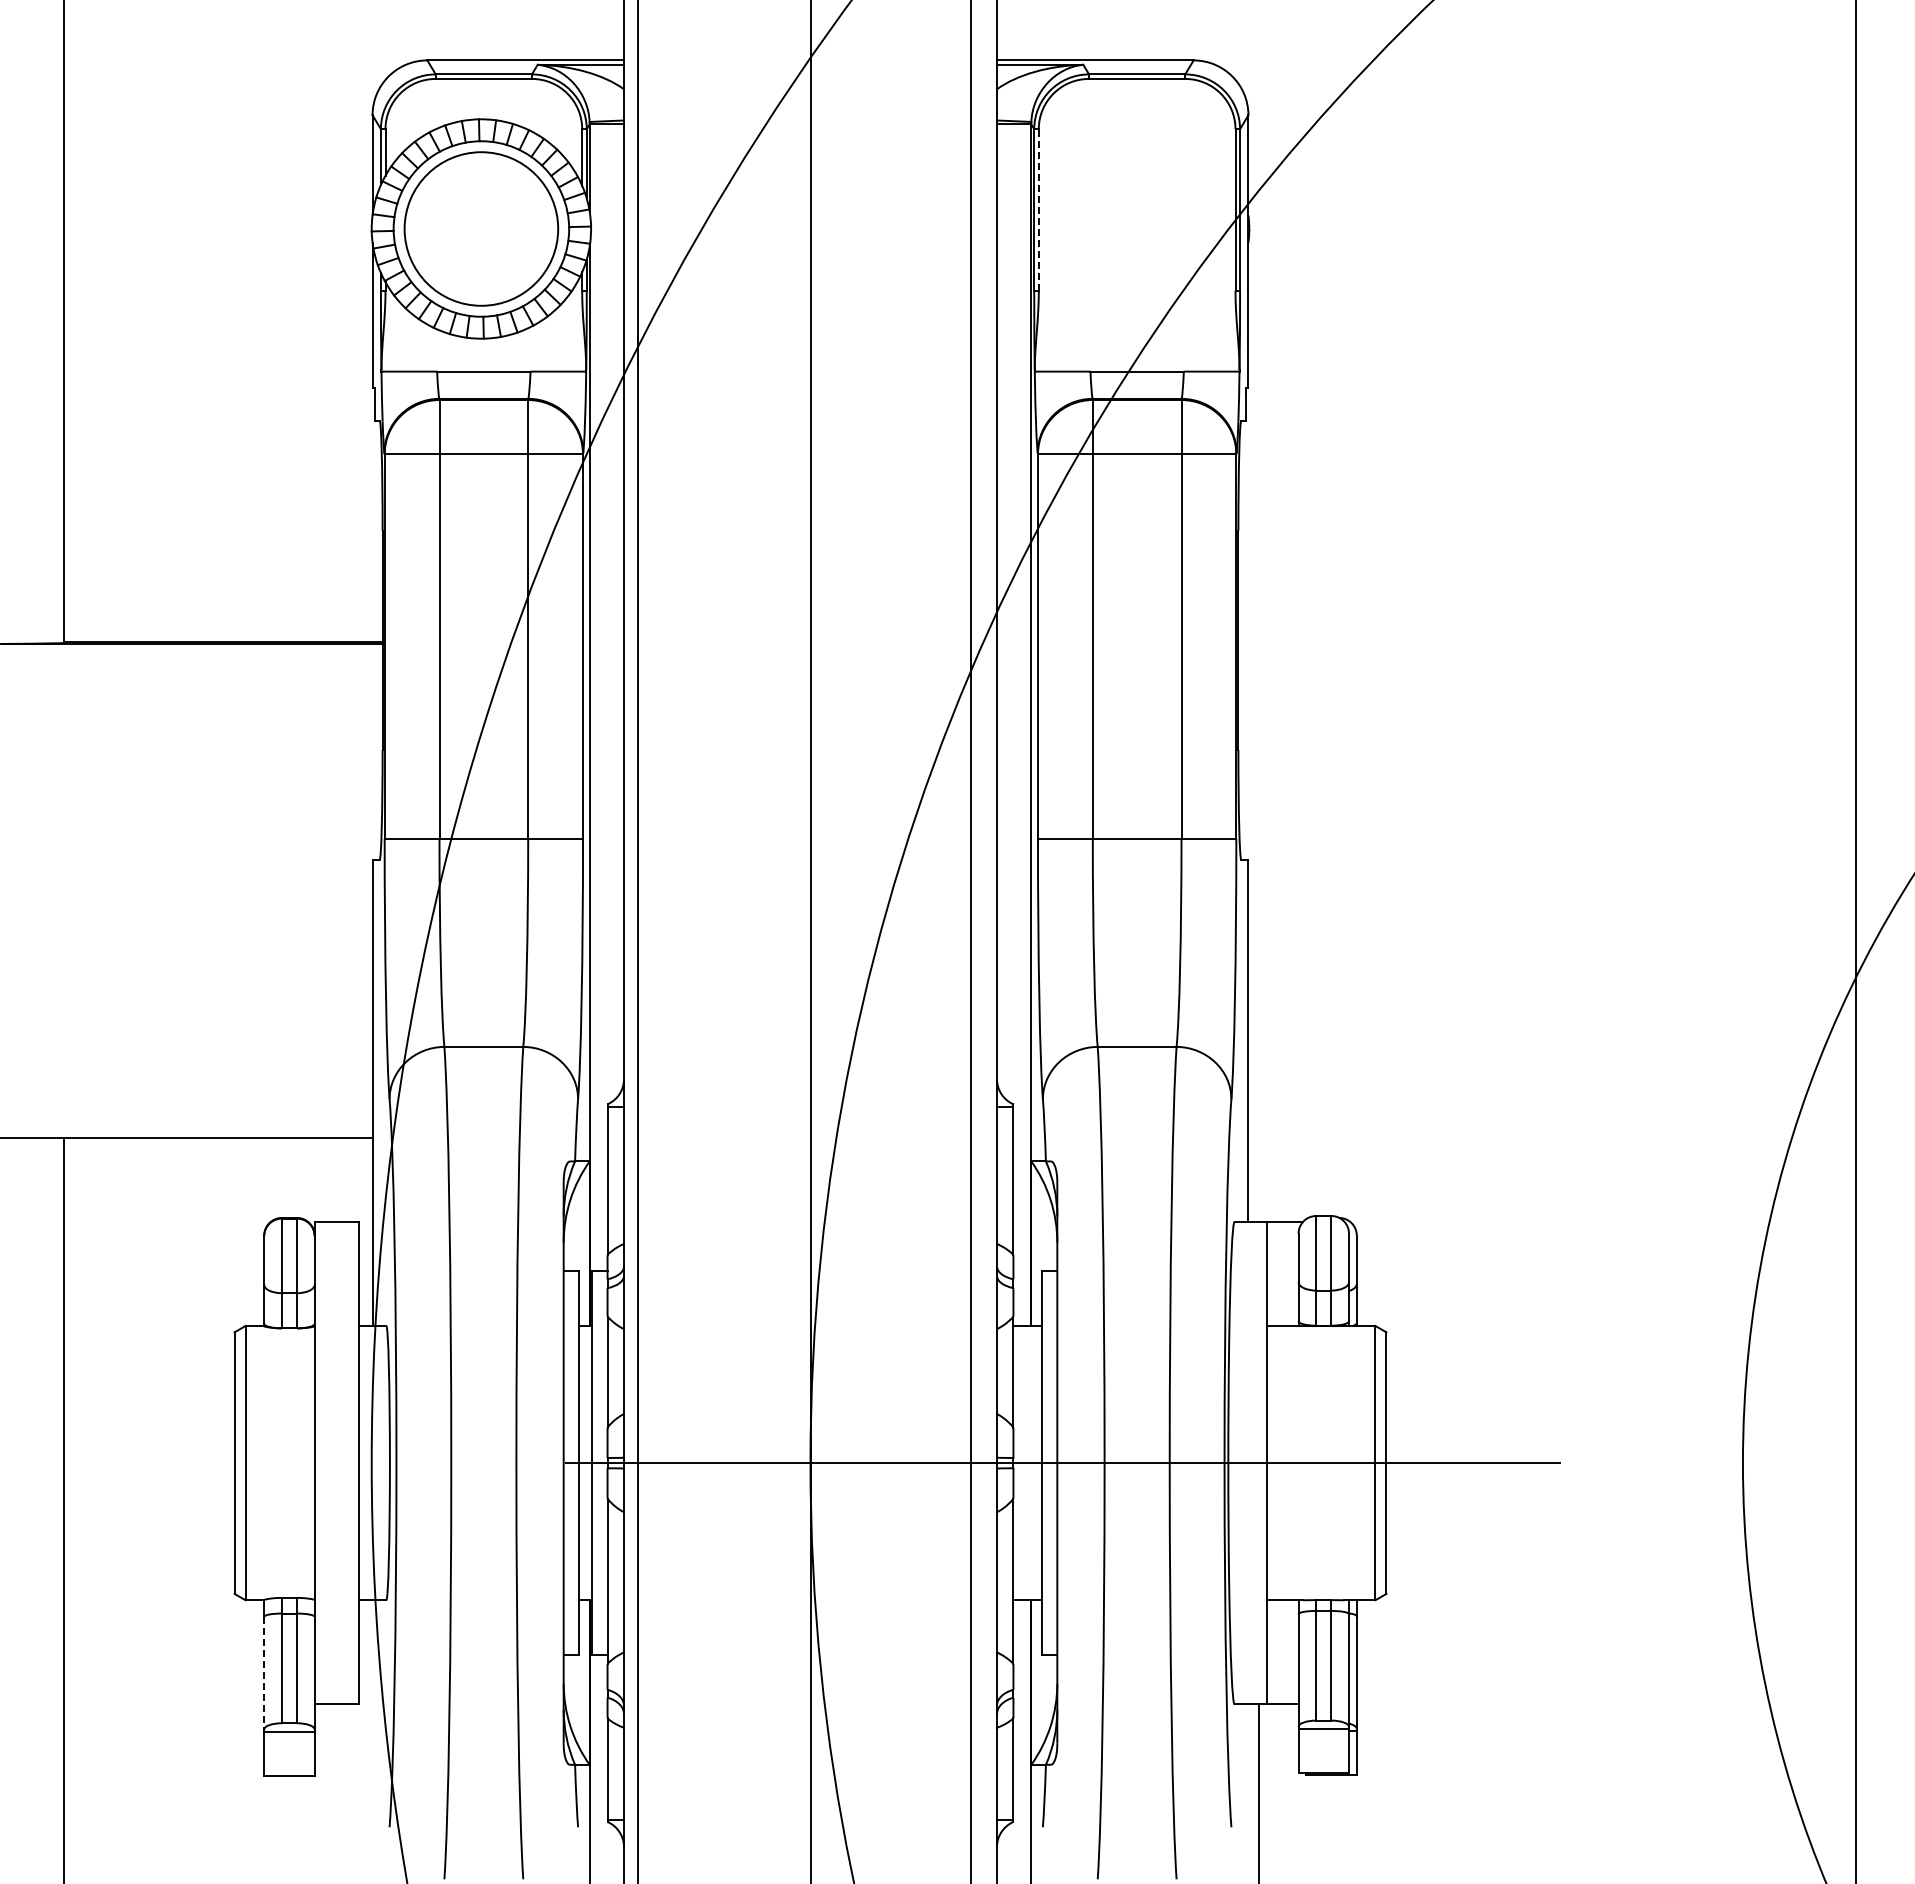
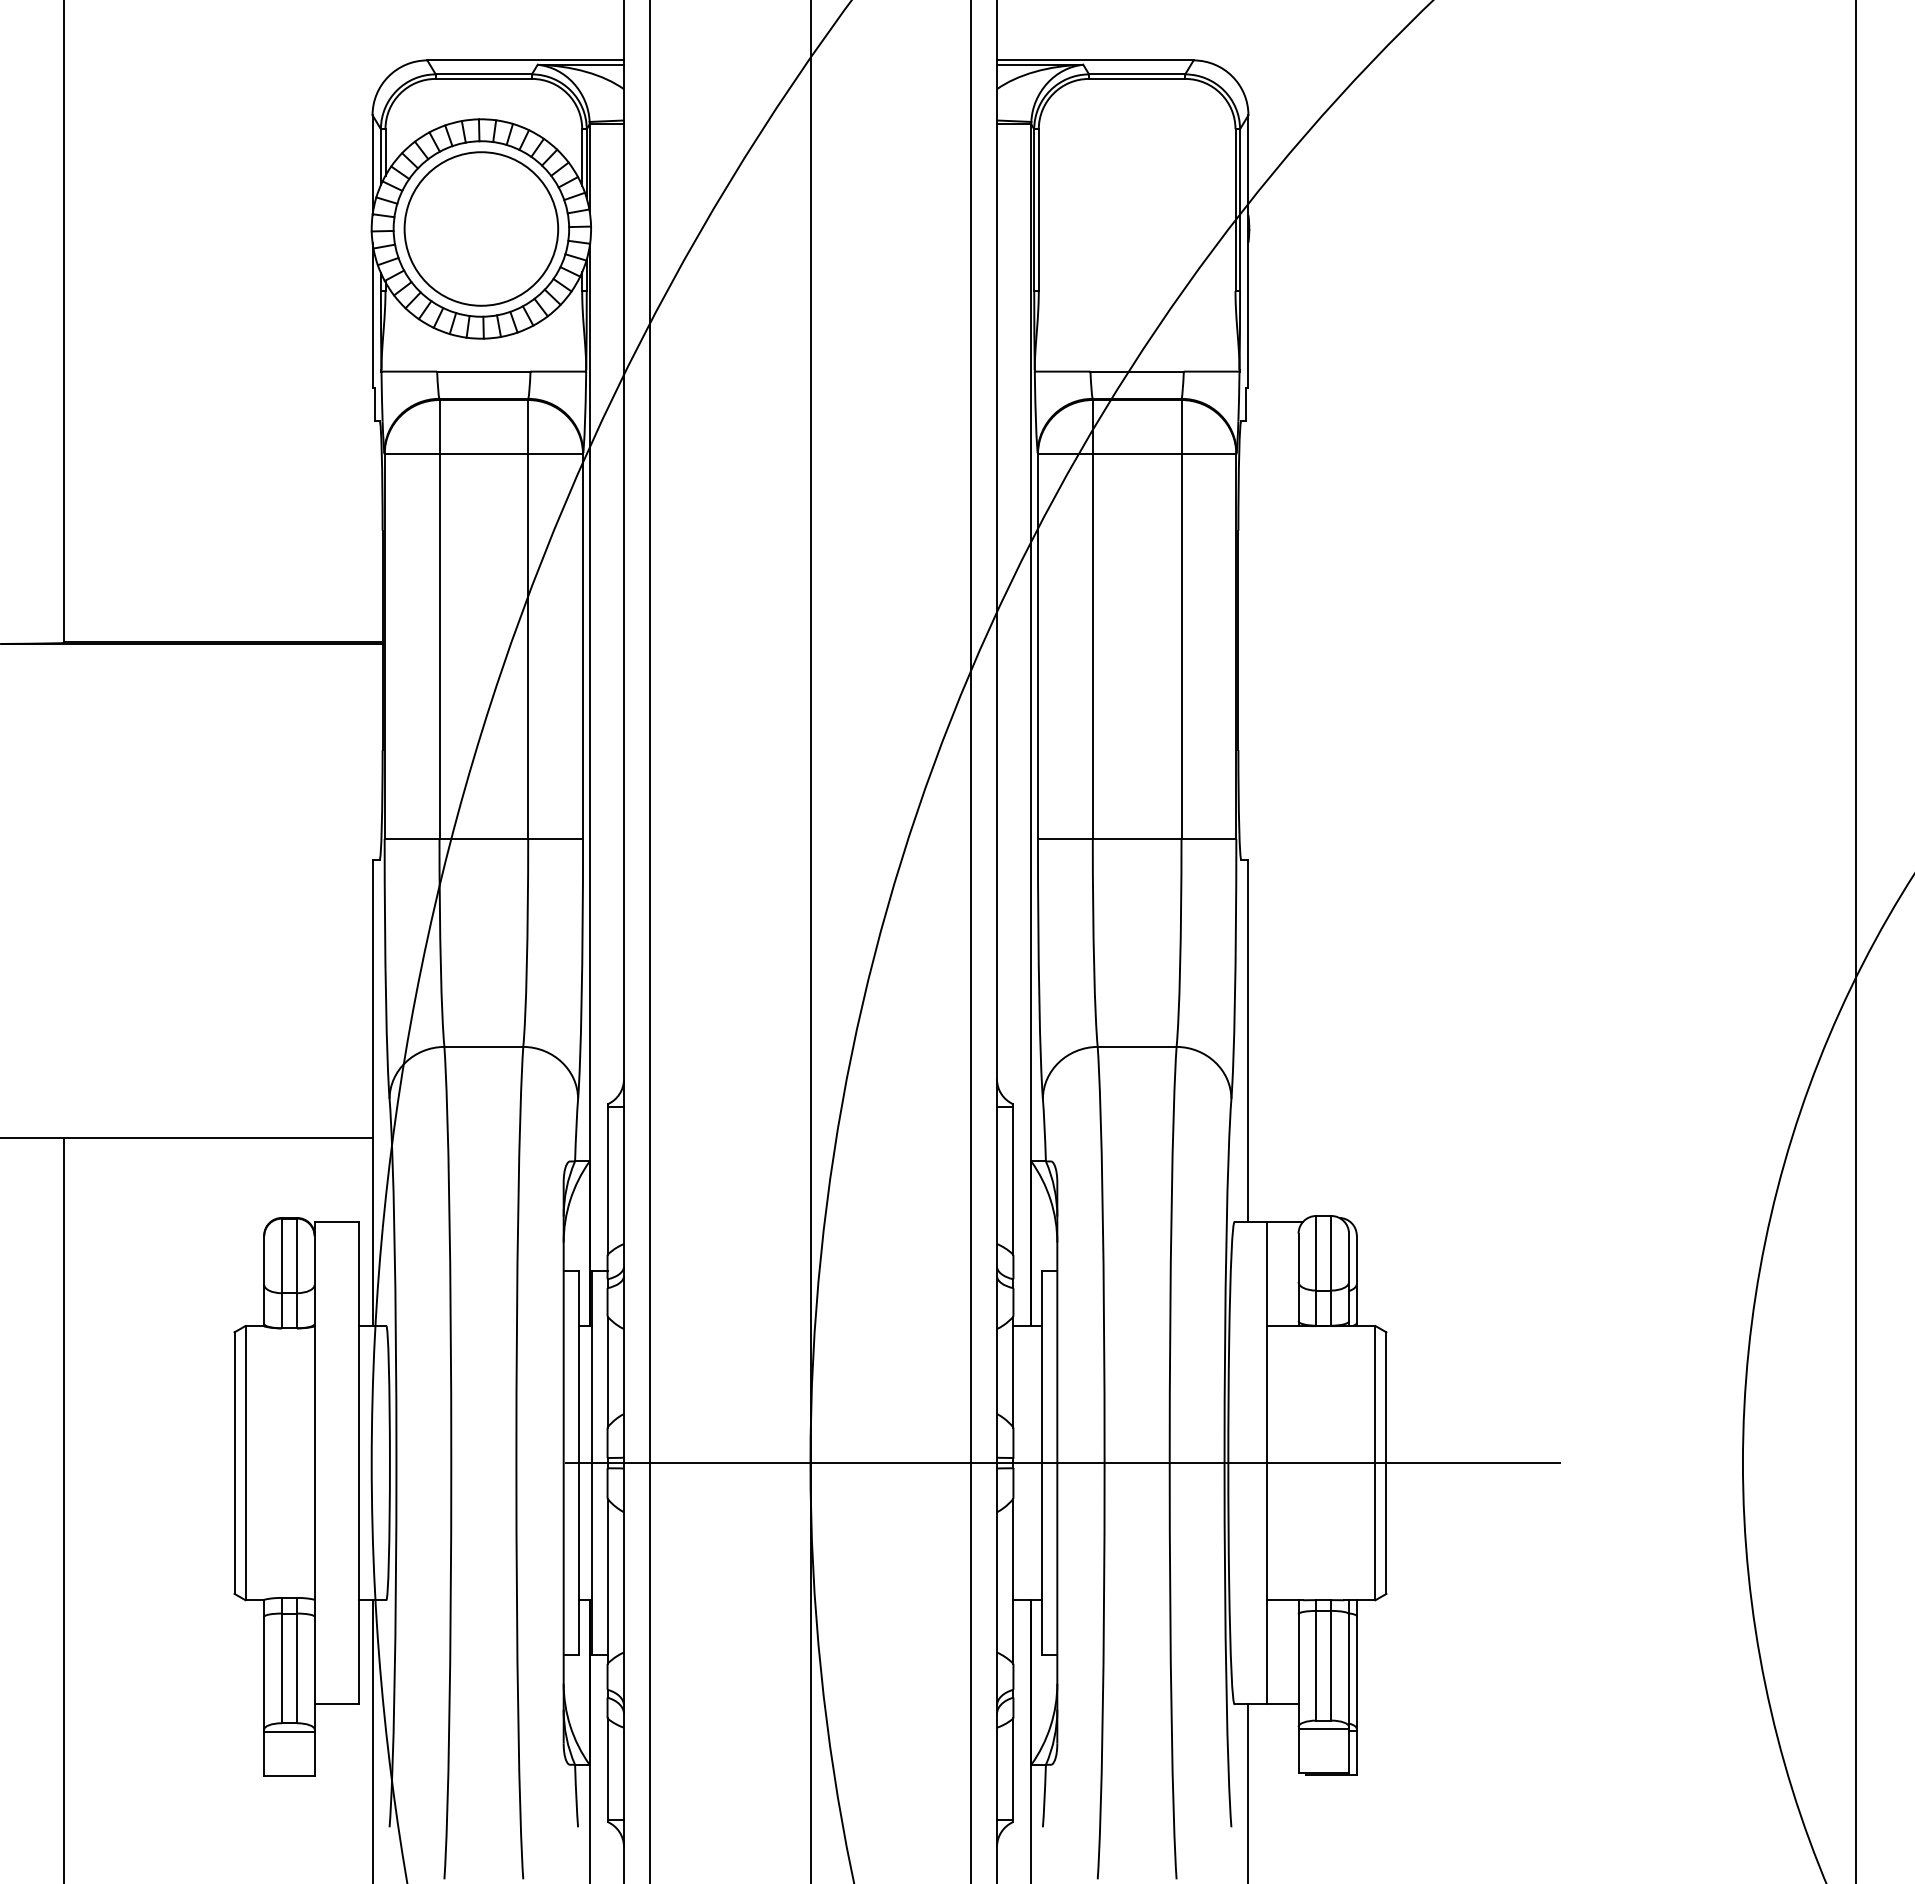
line at (1038, 210): dashed -> solid
line at (638, 941) position: (638, 941) -> (650, 941)
line at (264, 1673): dashed -> solid
line at (372, 1740): none -> present
line at (1259, 1792) position: (1259, 1792) -> (1248, 1792)
